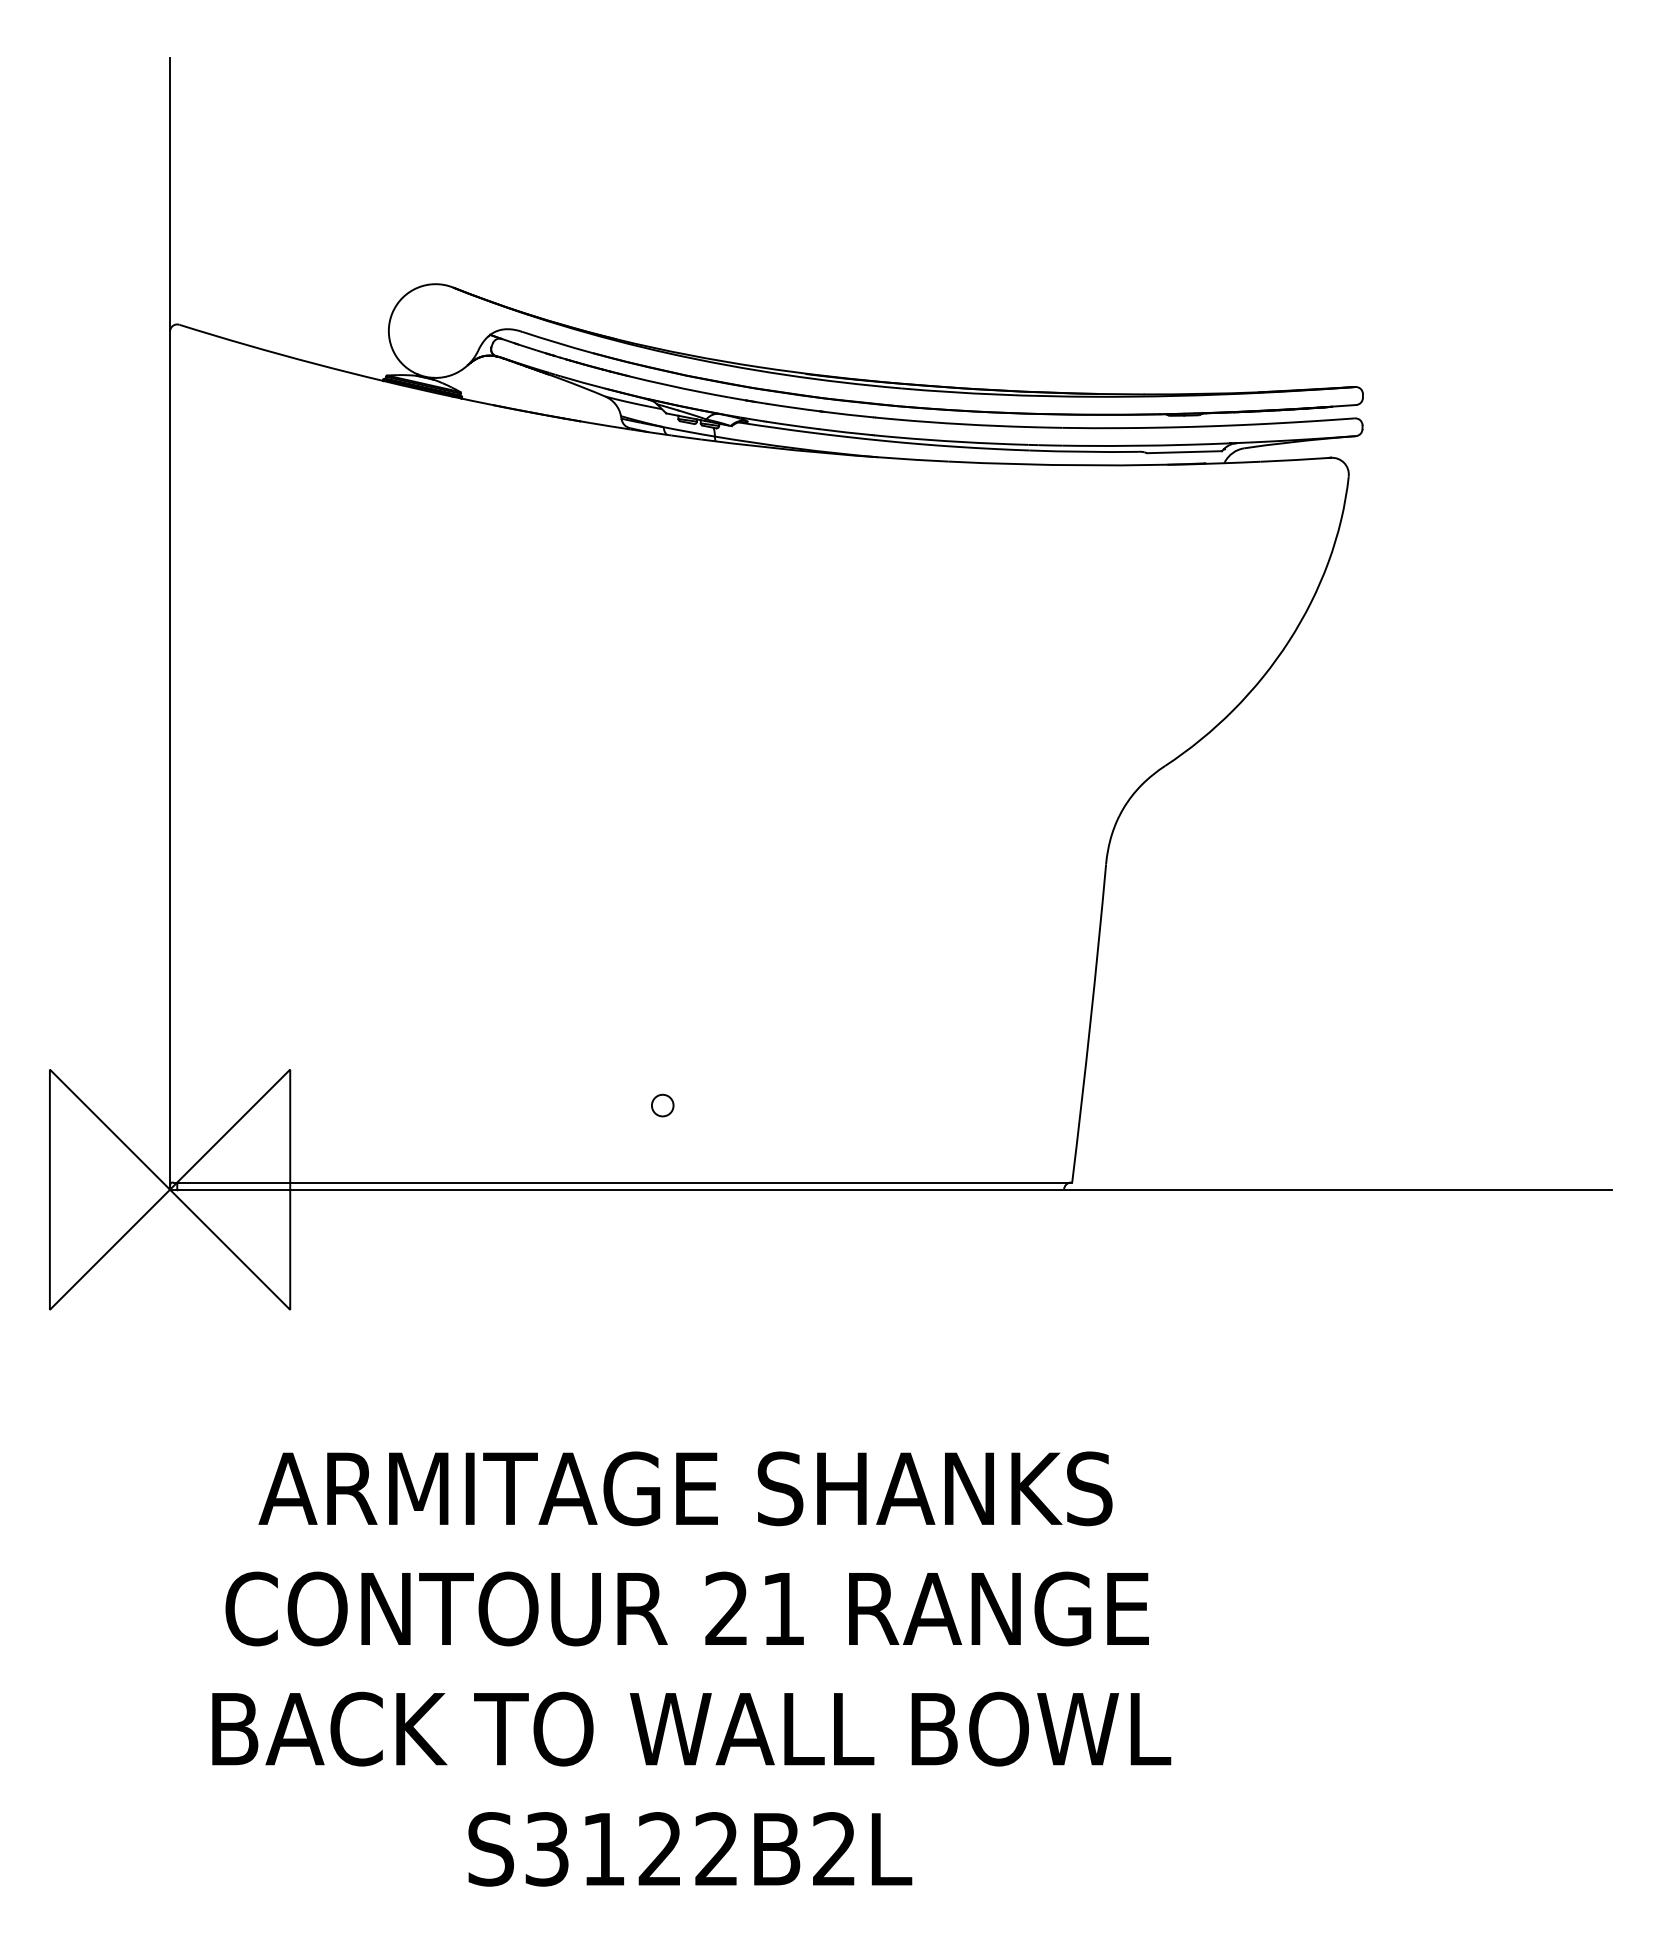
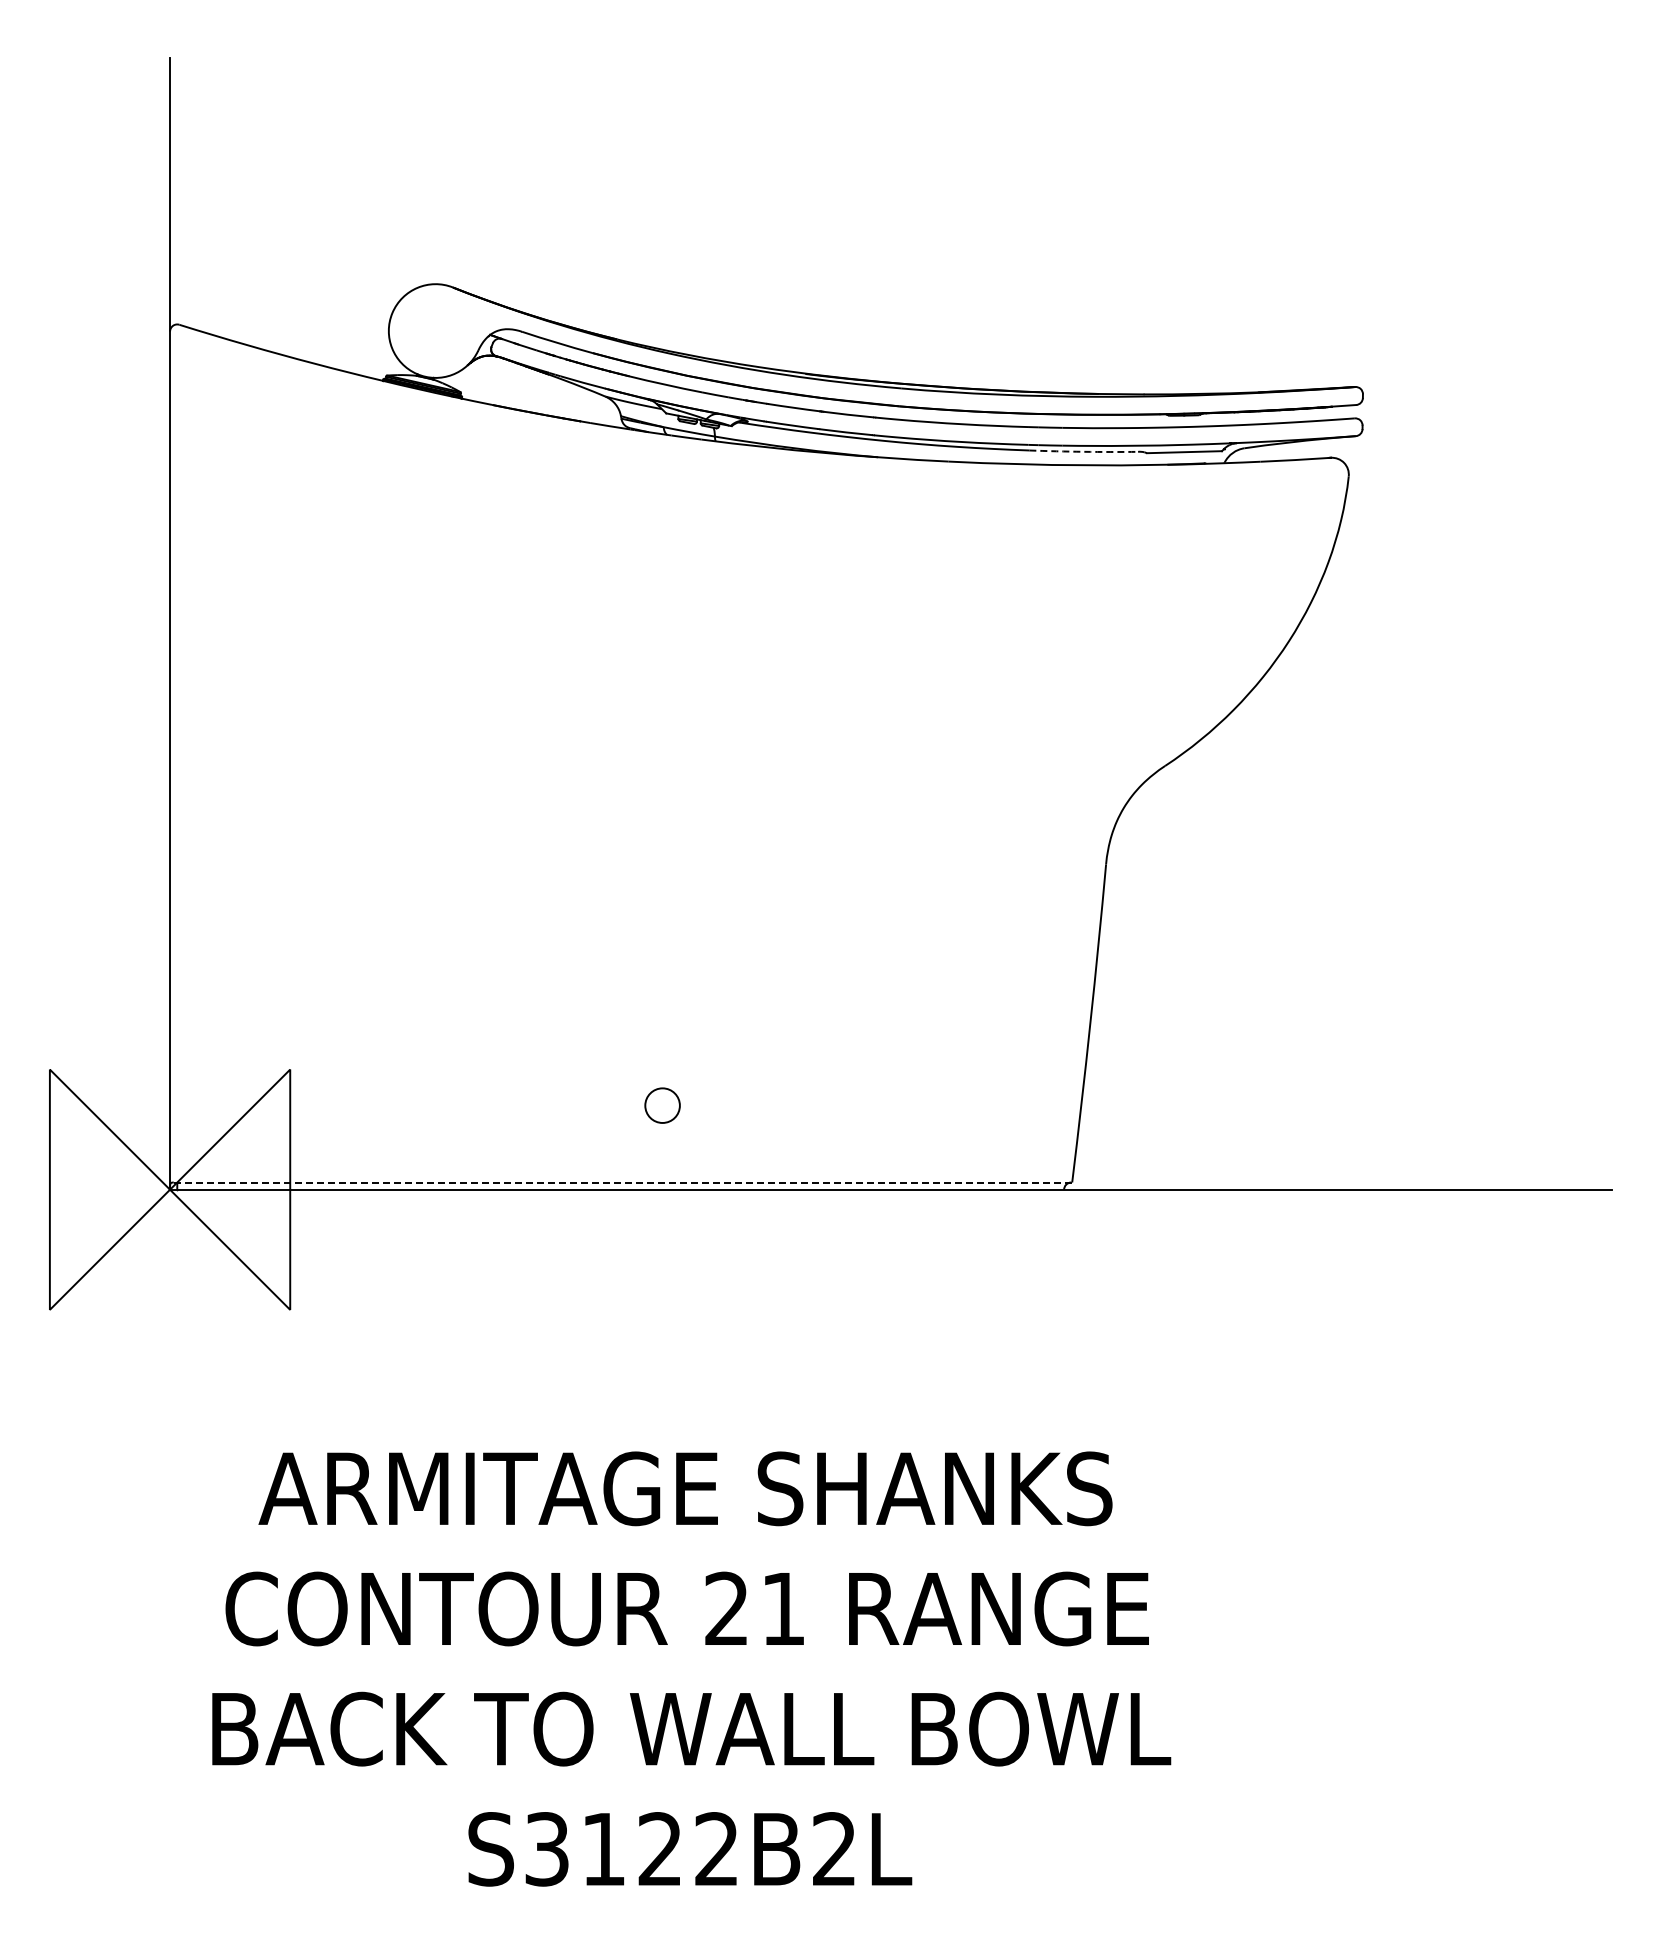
arc at (1083, 451): solid -> dashed
circle at (662, 1105) size: 24x25 px -> 37x37 px
line at (623, 1182): solid -> dashed
